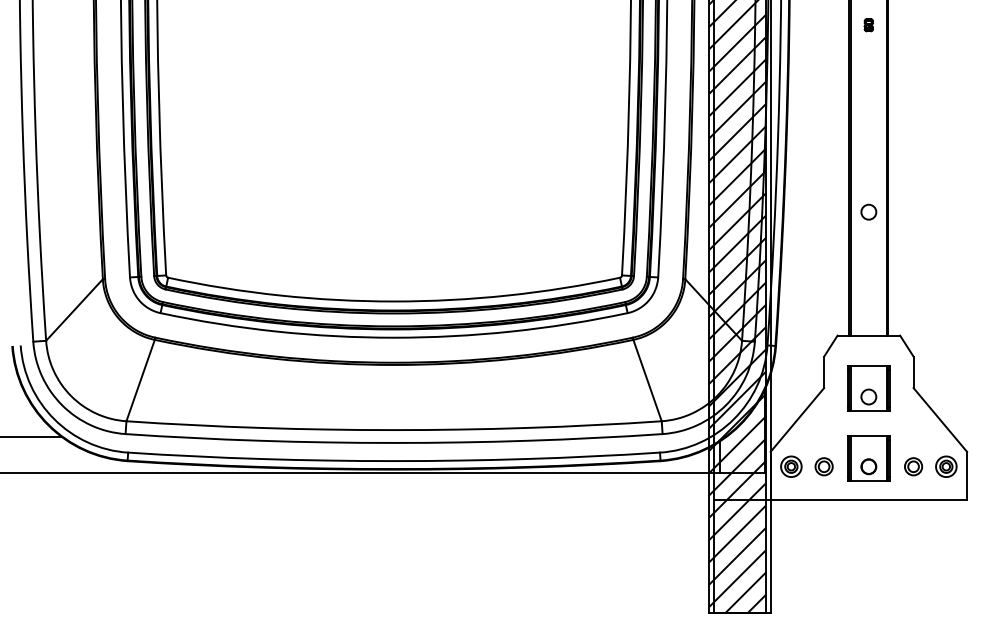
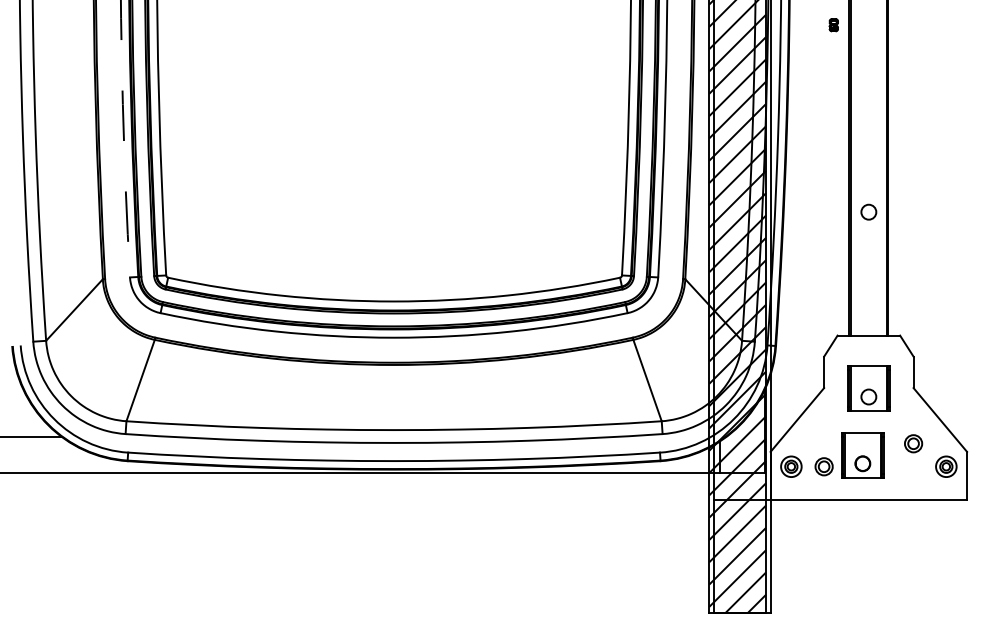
part at (868, 25) position: (868, 25) -> (833, 25)
arc at (124, 138): solid -> dashed
part at (868, 458) position: (868, 458) -> (862, 455)
part at (913, 466) position: (913, 466) -> (913, 443)
